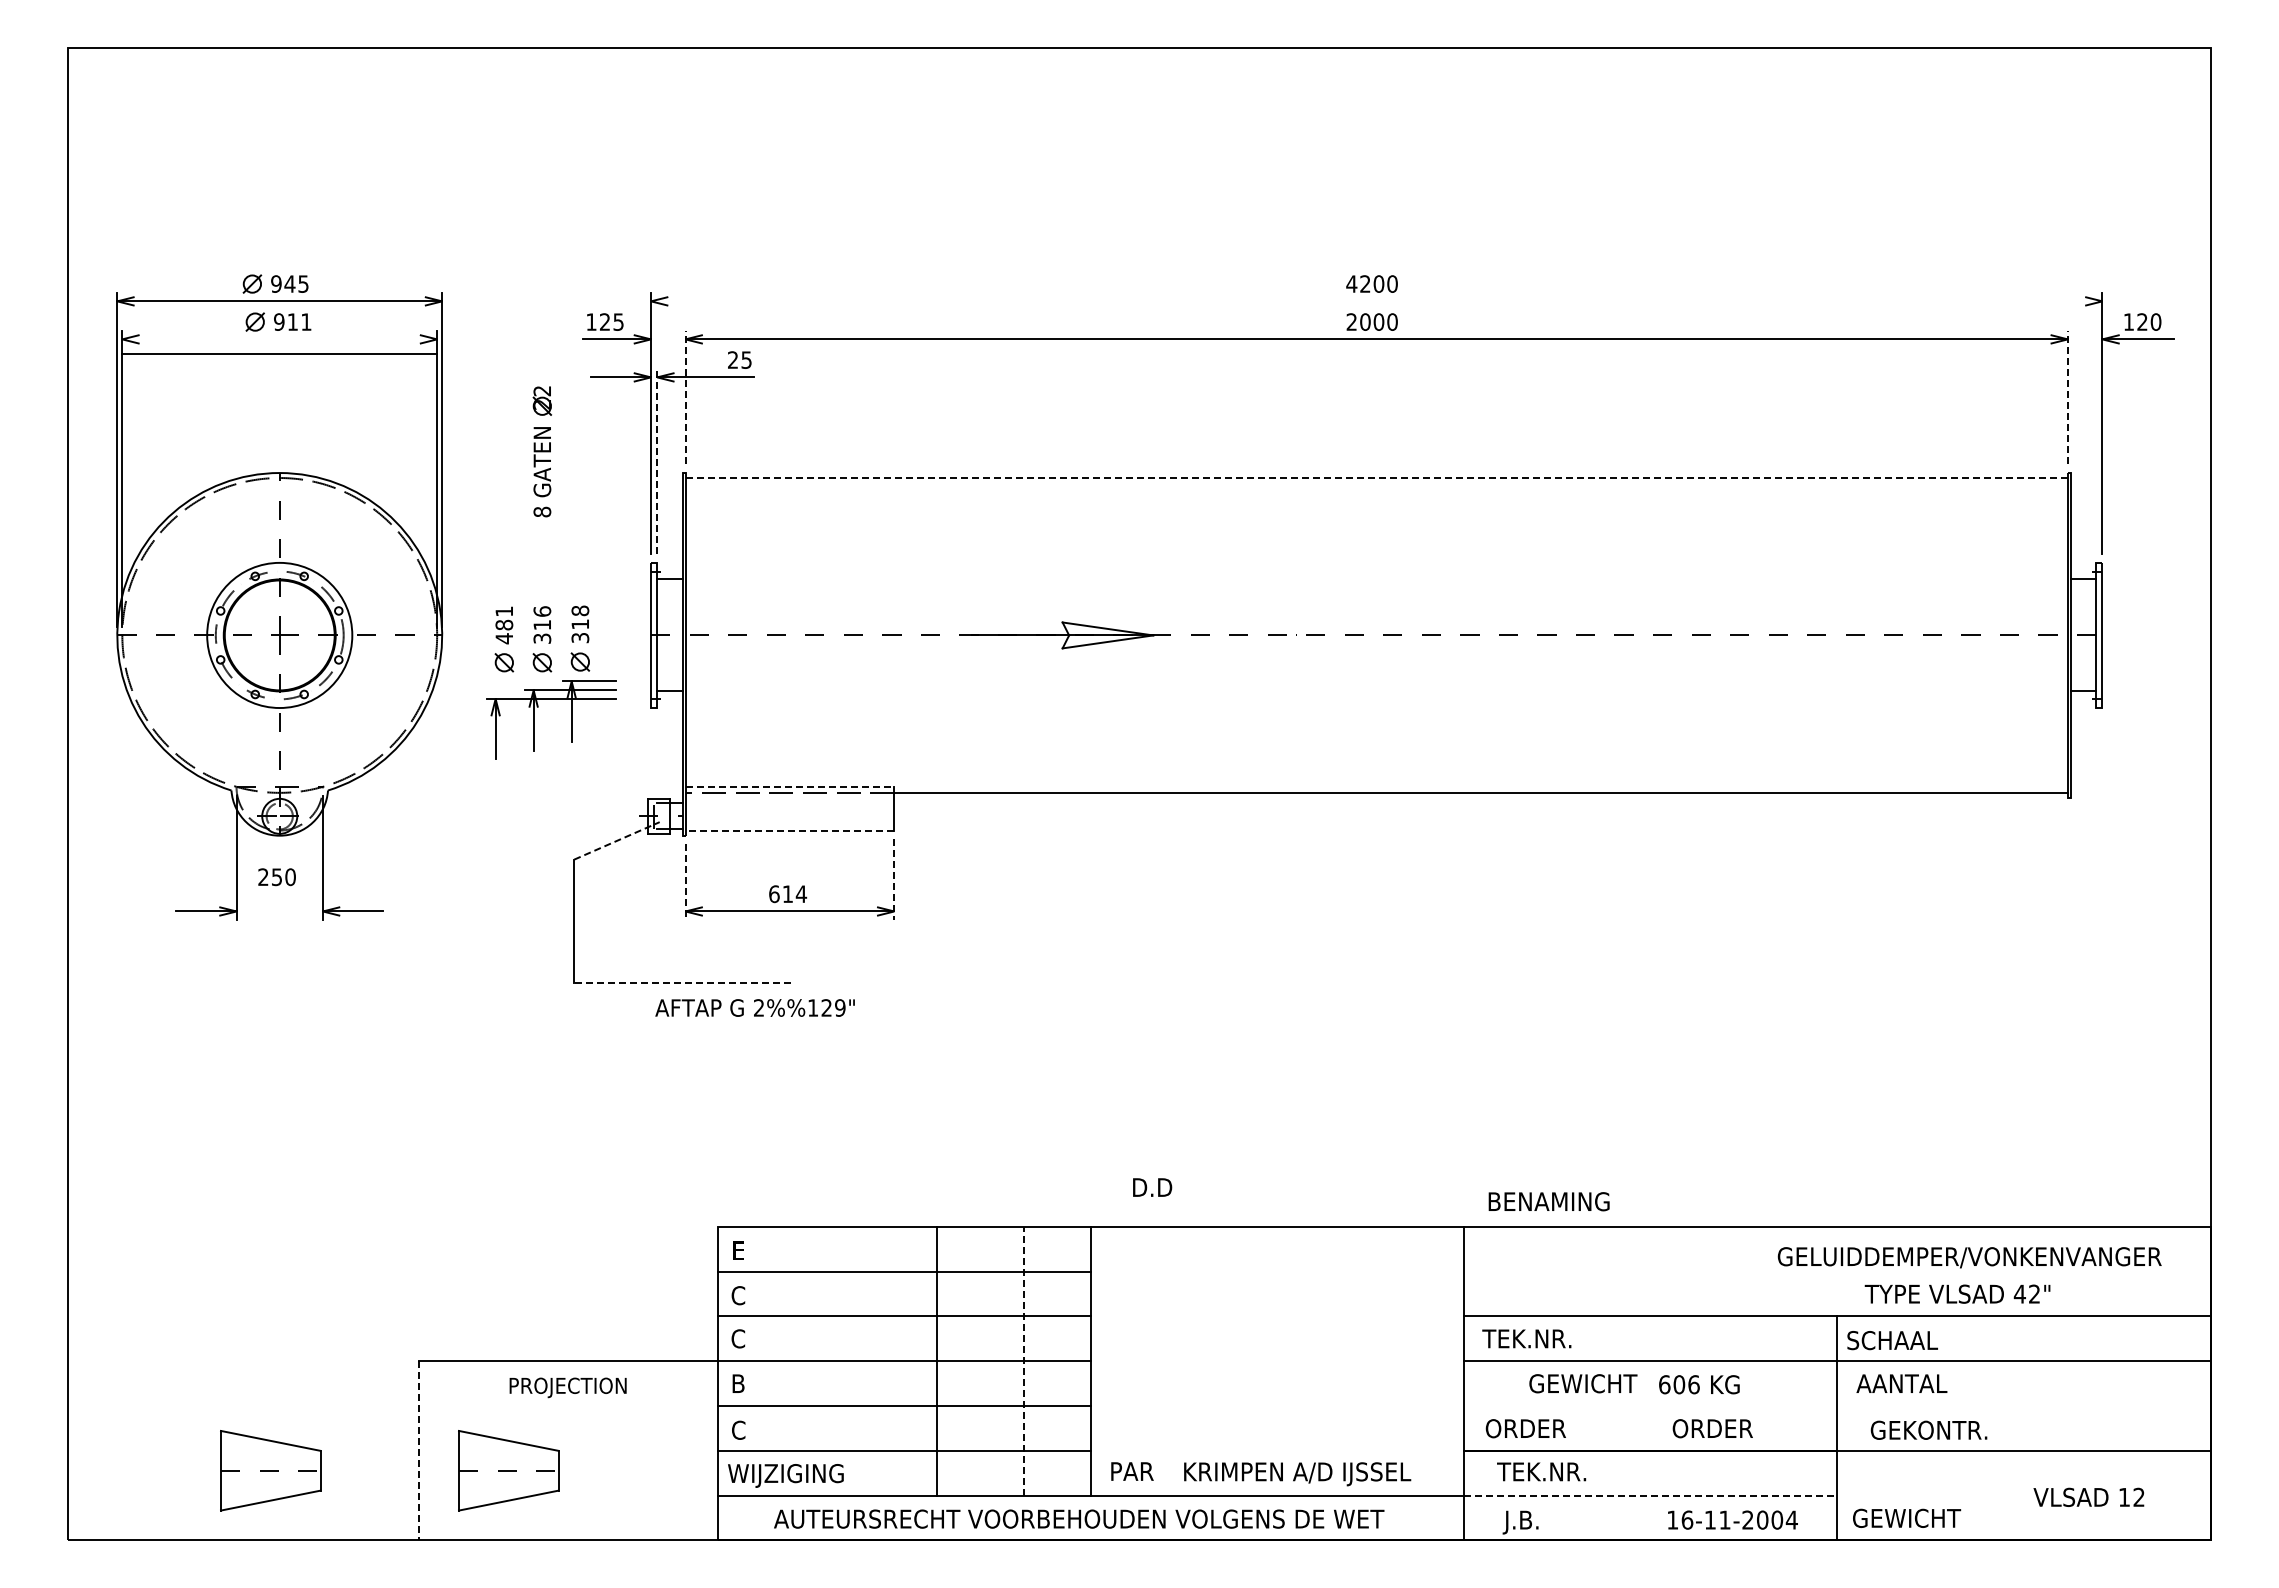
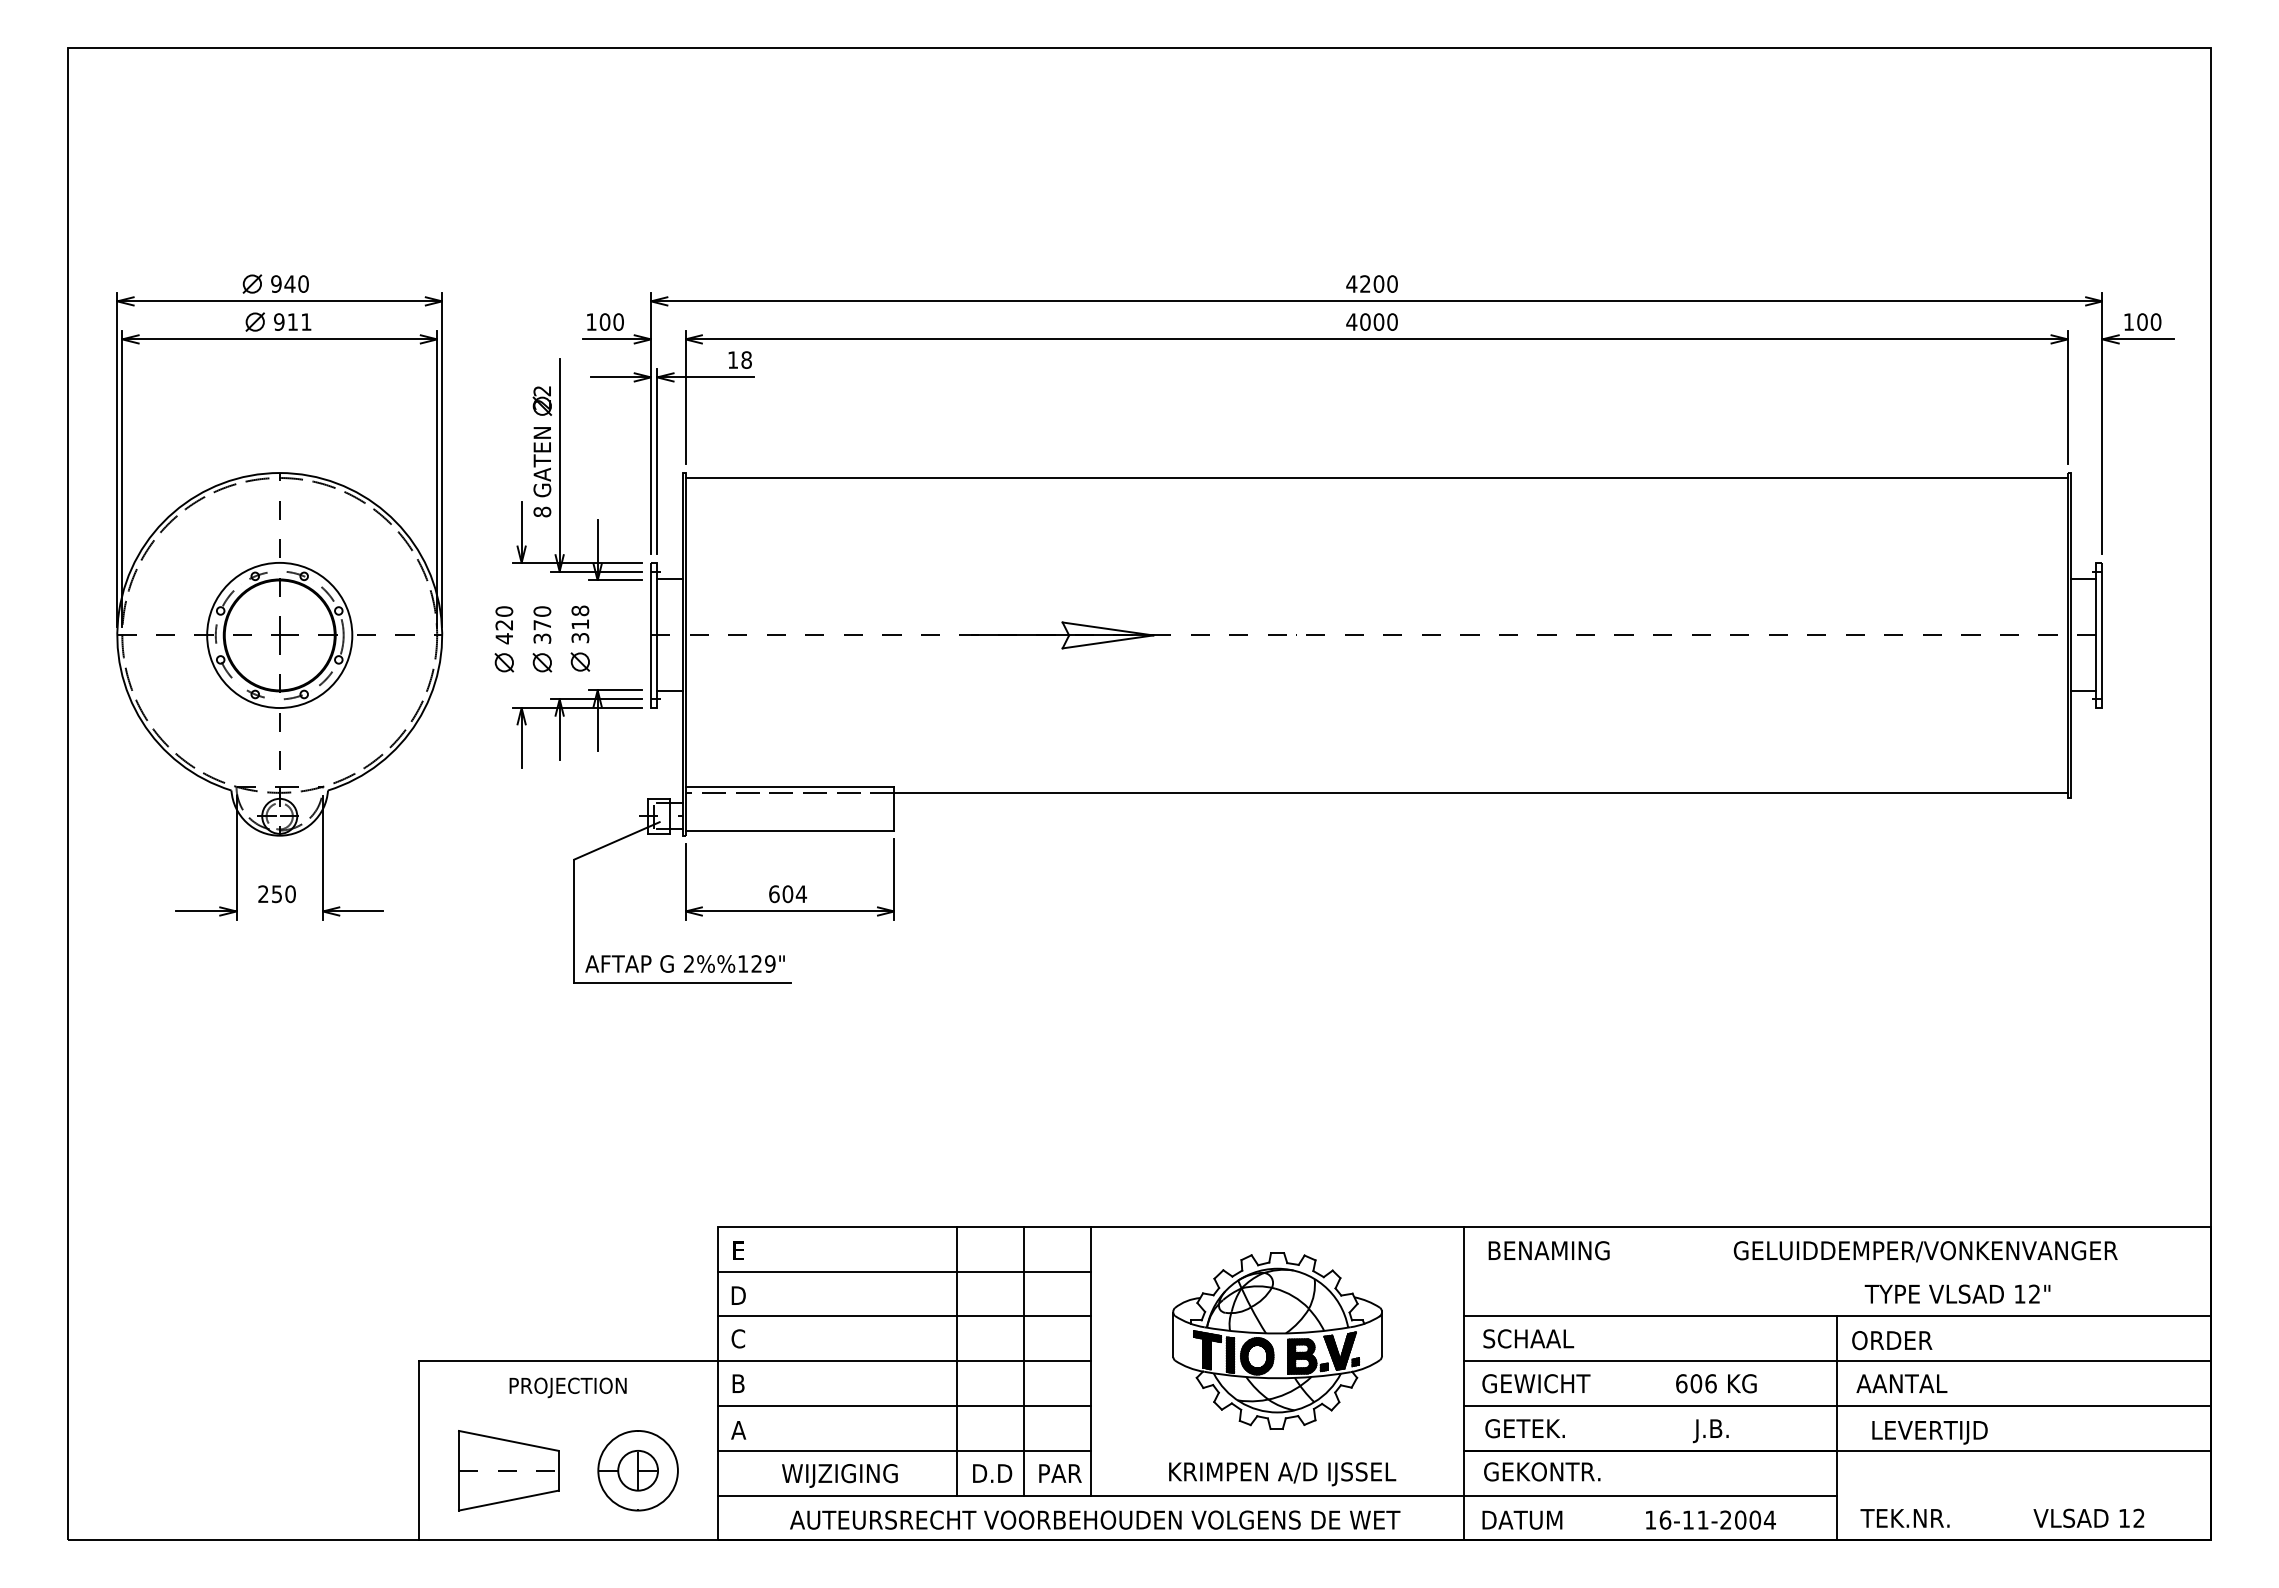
text at (303, 283): 945 -> 940
line at (1376, 301): none -> present
text at (611, 321): 125 -> 100
text at (1351, 321): 2000 -> 4000
text at (2142, 321): 120 -> 100
line at (279, 354) position: (279, 354) -> (279, 339)
text at (739, 359): 25 -> 18
line at (685, 397): dashed -> solid
line at (2067, 397): dashed -> solid
line at (657, 461): dashed -> solid
part at (560, 469): none -> present
line at (1377, 478): dashed -> solid
text at (504, 618): 481 -> 420
text at (541, 618): 316 -> 370
part at (534, 719) position: (534, 719) -> (560, 728)
line at (790, 787): dashed -> solid
line at (789, 830): dashed -> solid
line at (616, 840): dashed -> solid
text at (276, 877) position: (276, 877) -> (276, 894)
line at (894, 880): dashed -> solid
line at (685, 882): dashed -> solid
text at (787, 894): 614 -> 604
line at (682, 983): dashed -> solid
text at (754, 1007) position: (754, 1007) -> (684, 963)
text at (1152, 1187) position: (1152, 1187) -> (992, 1473)
text at (1548, 1201) position: (1548, 1201) -> (1548, 1250)
text at (1969, 1257) position: (1969, 1257) -> (1925, 1251)
text at (2019, 1293): 42" -> 12"
text at (738, 1295): C -> D
text at (1528, 1338): TEK.NR. -> SCHAAL
part at (1277, 1340): none -> present
text at (1892, 1340): SCHAAL -> ORDER
line at (936, 1360) position: (936, 1360) -> (956, 1360)
line at (1023, 1360): dashed -> solid
text at (1583, 1383) position: (1583, 1383) -> (1536, 1383)
text at (1699, 1384) position: (1699, 1384) -> (1716, 1383)
line at (1837, 1406): none -> present
text at (1525, 1428): ORDER -> GETEK.
text at (738, 1429): C -> A
text at (1712, 1431): ORDER -> J.B.
text at (1928, 1432): GEKONTR. -> LEVERTIJD
line at (419, 1450): dashed -> solid
part at (270, 1470): present -> none
part at (637, 1470): none -> present
text at (1132, 1471) position: (1132, 1471) -> (1060, 1473)
text at (1542, 1471): TEK.NR. -> GEKONTR.
text at (1297, 1474) position: (1297, 1474) -> (1282, 1474)
text at (785, 1475) position: (785, 1475) -> (839, 1475)
line at (1650, 1495): dashed -> solid
text at (2088, 1496) position: (2088, 1496) -> (2088, 1517)
text at (1907, 1517): GEWICHT -> TEK.NR.
text at (1079, 1518) position: (1079, 1518) -> (1095, 1519)
text at (1732, 1519) position: (1732, 1519) -> (1710, 1519)
text at (1522, 1522): J.B. -> DATUM
